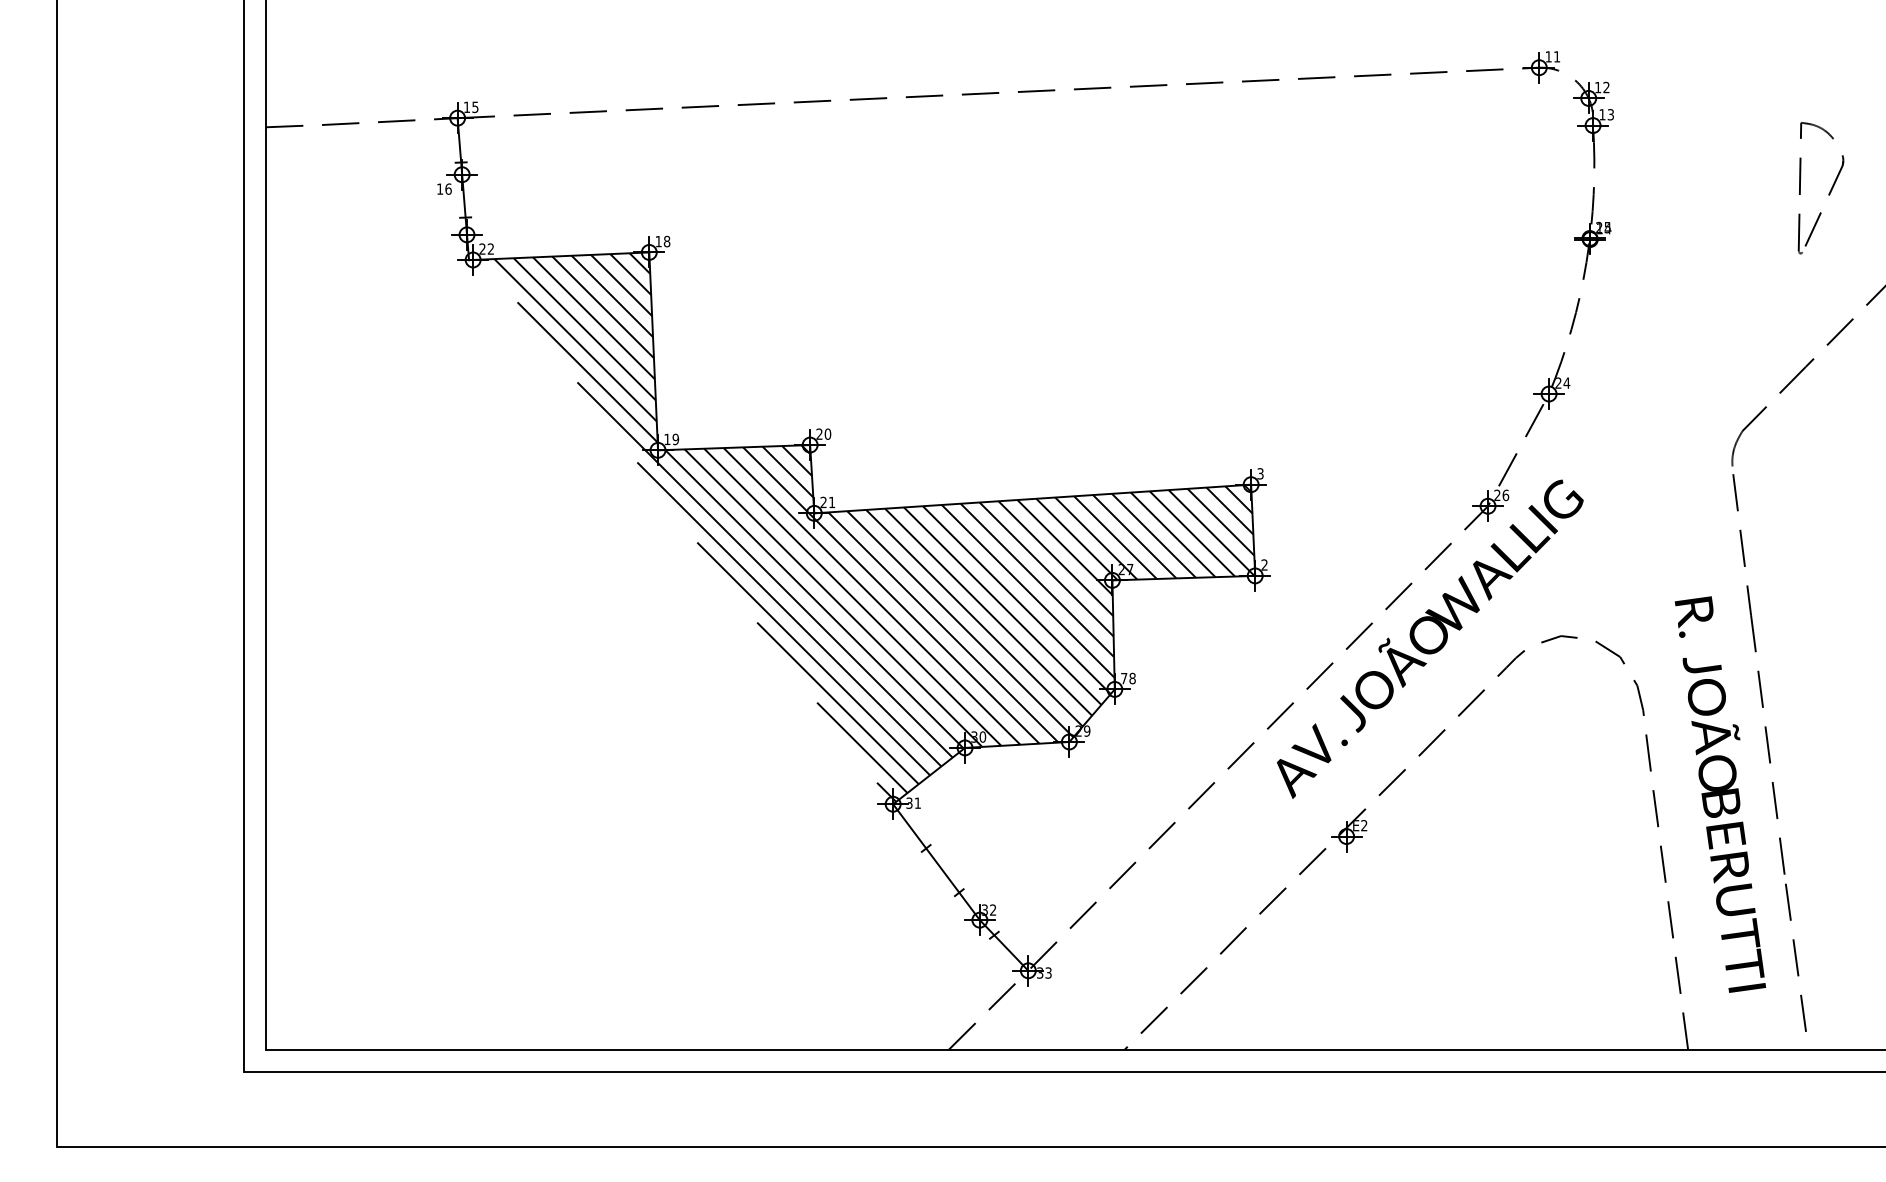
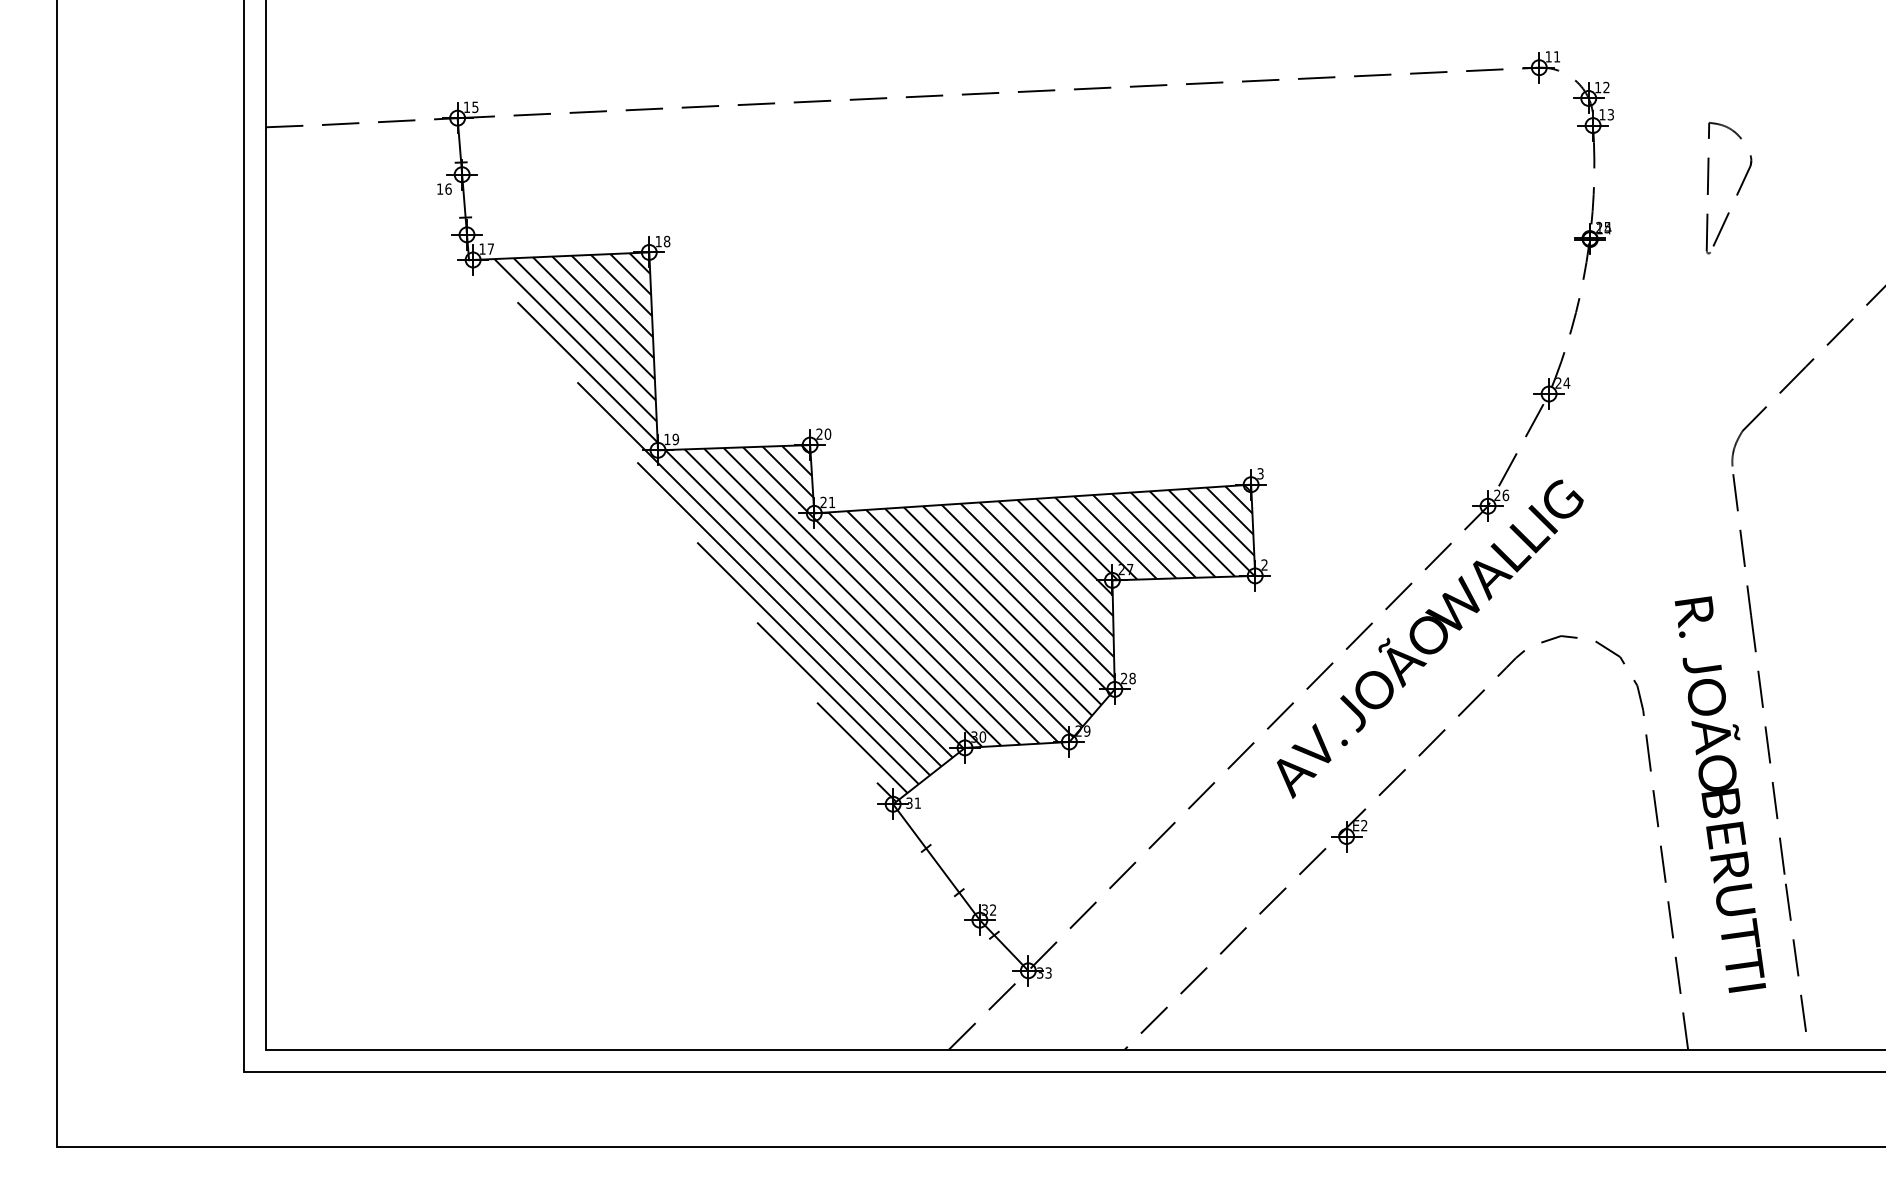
part at (1828, 193) position: (1828, 193) -> (1736, 193)
text at (486, 248): 22 -> 17
text at (1124, 678): 78 -> 28
